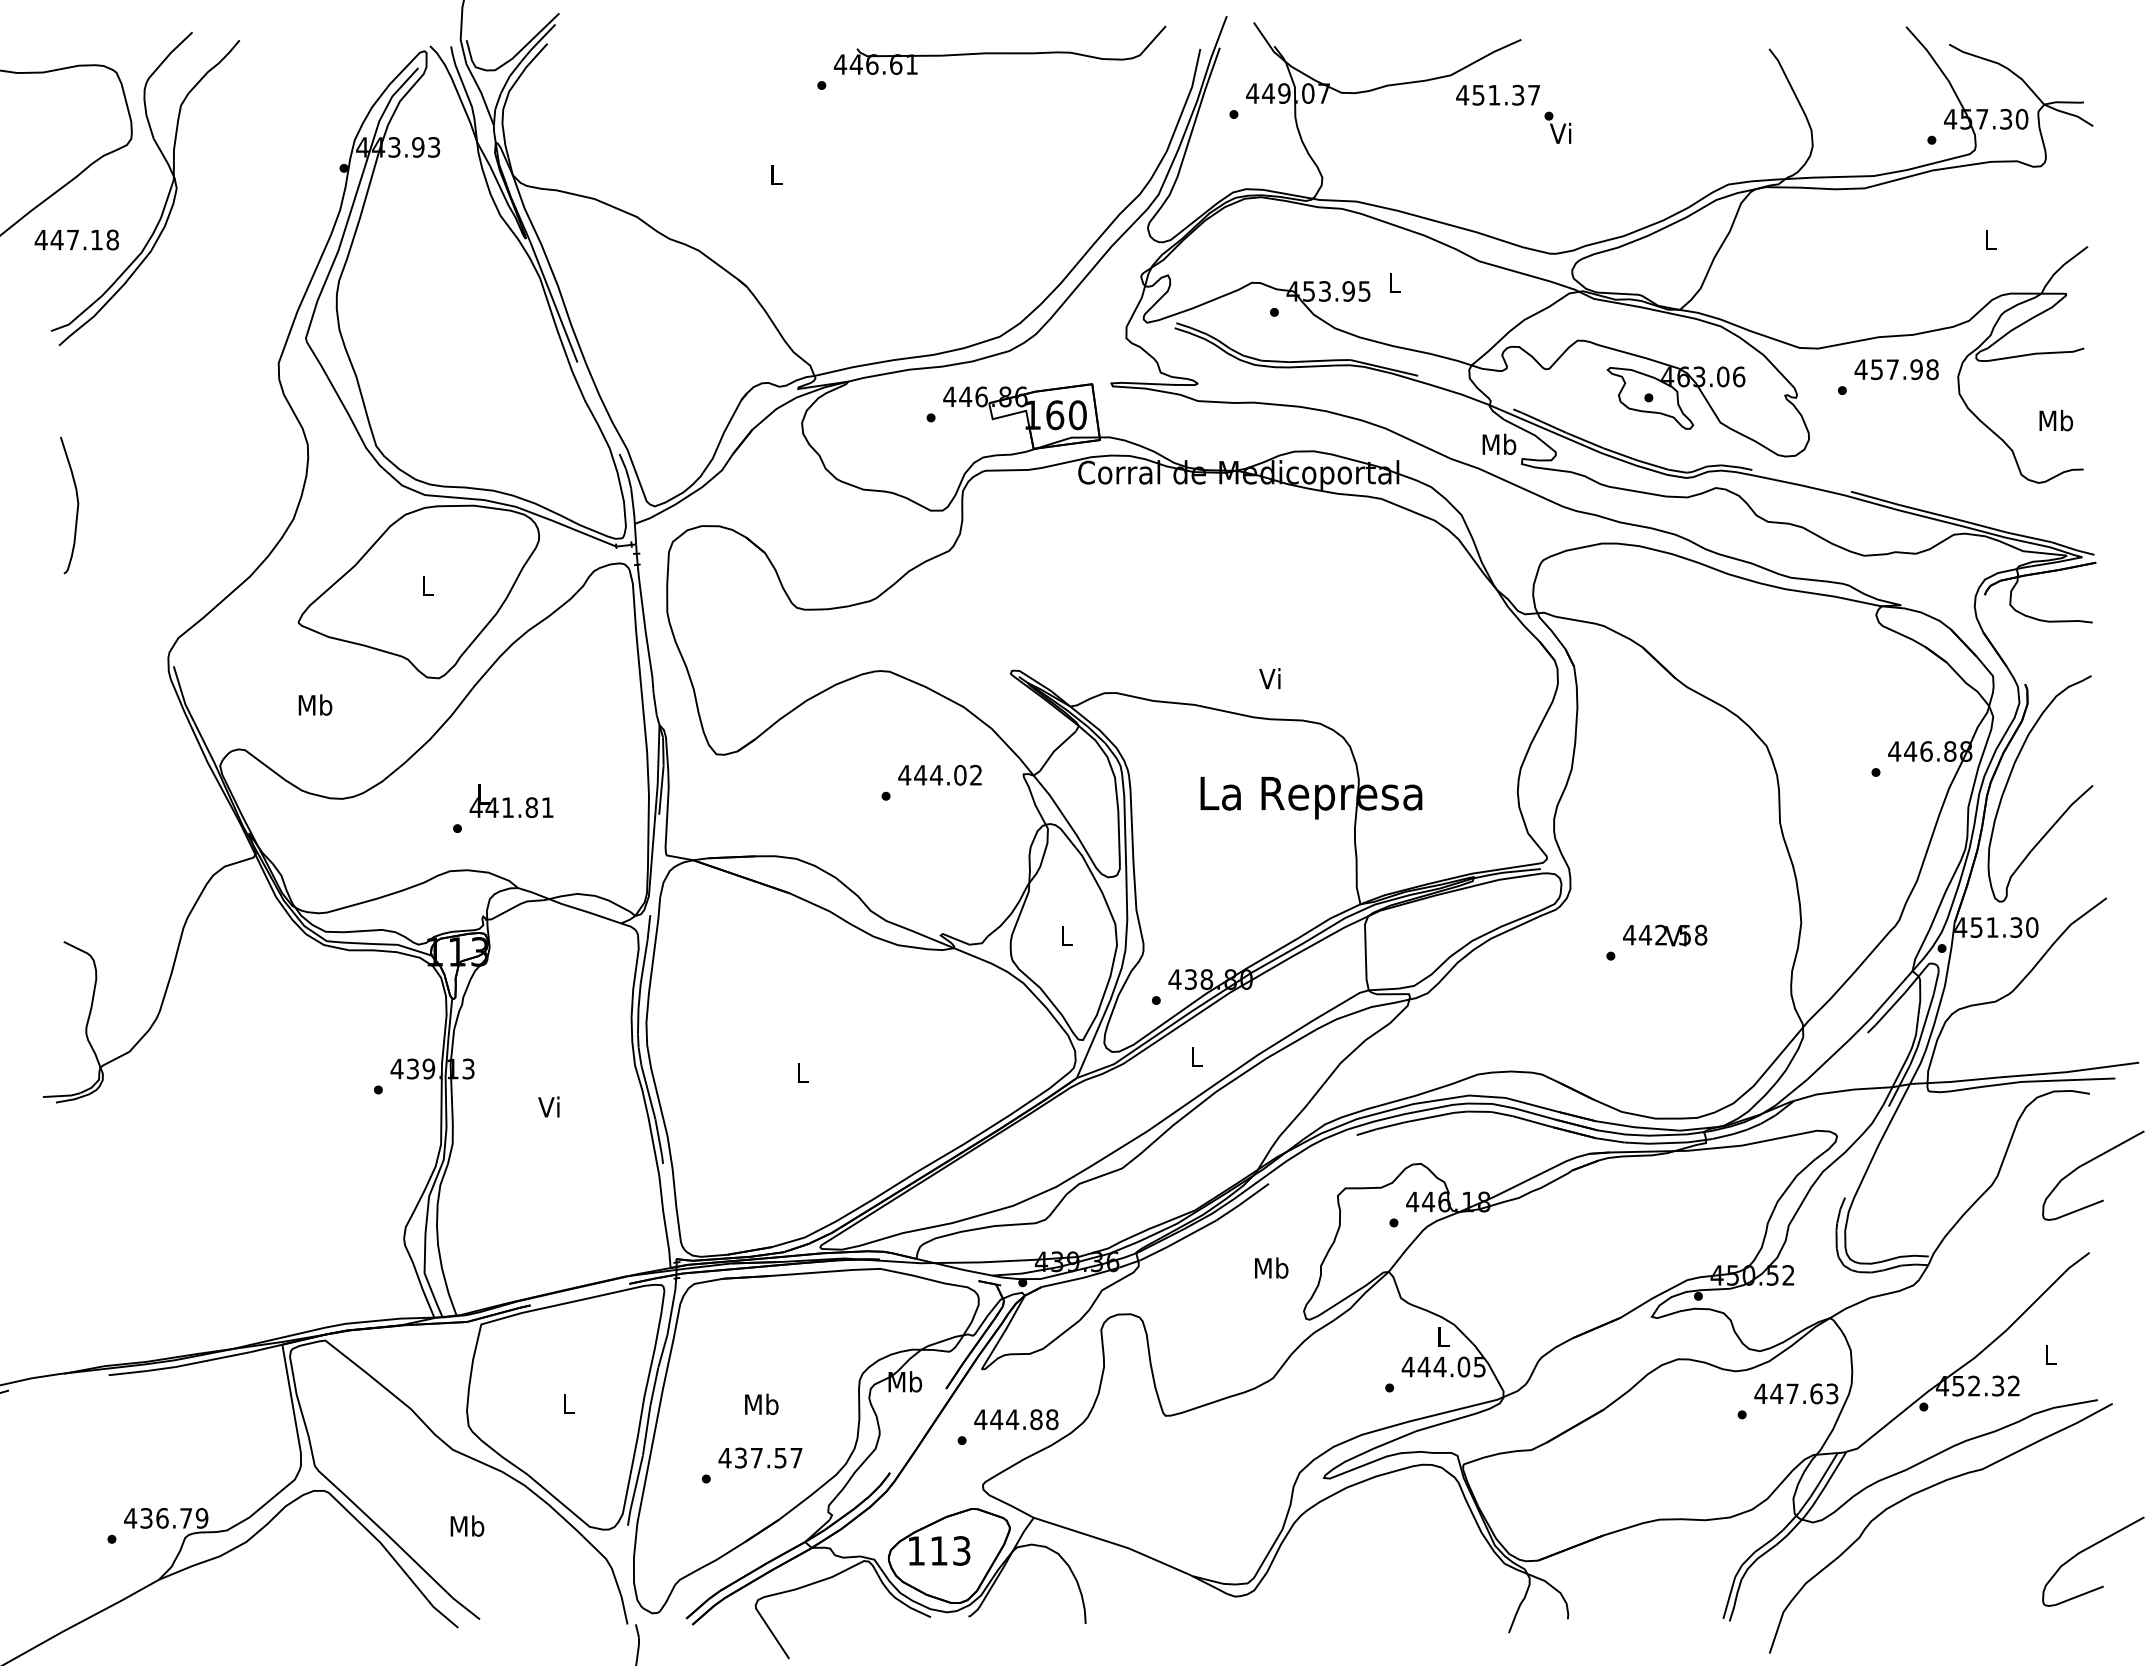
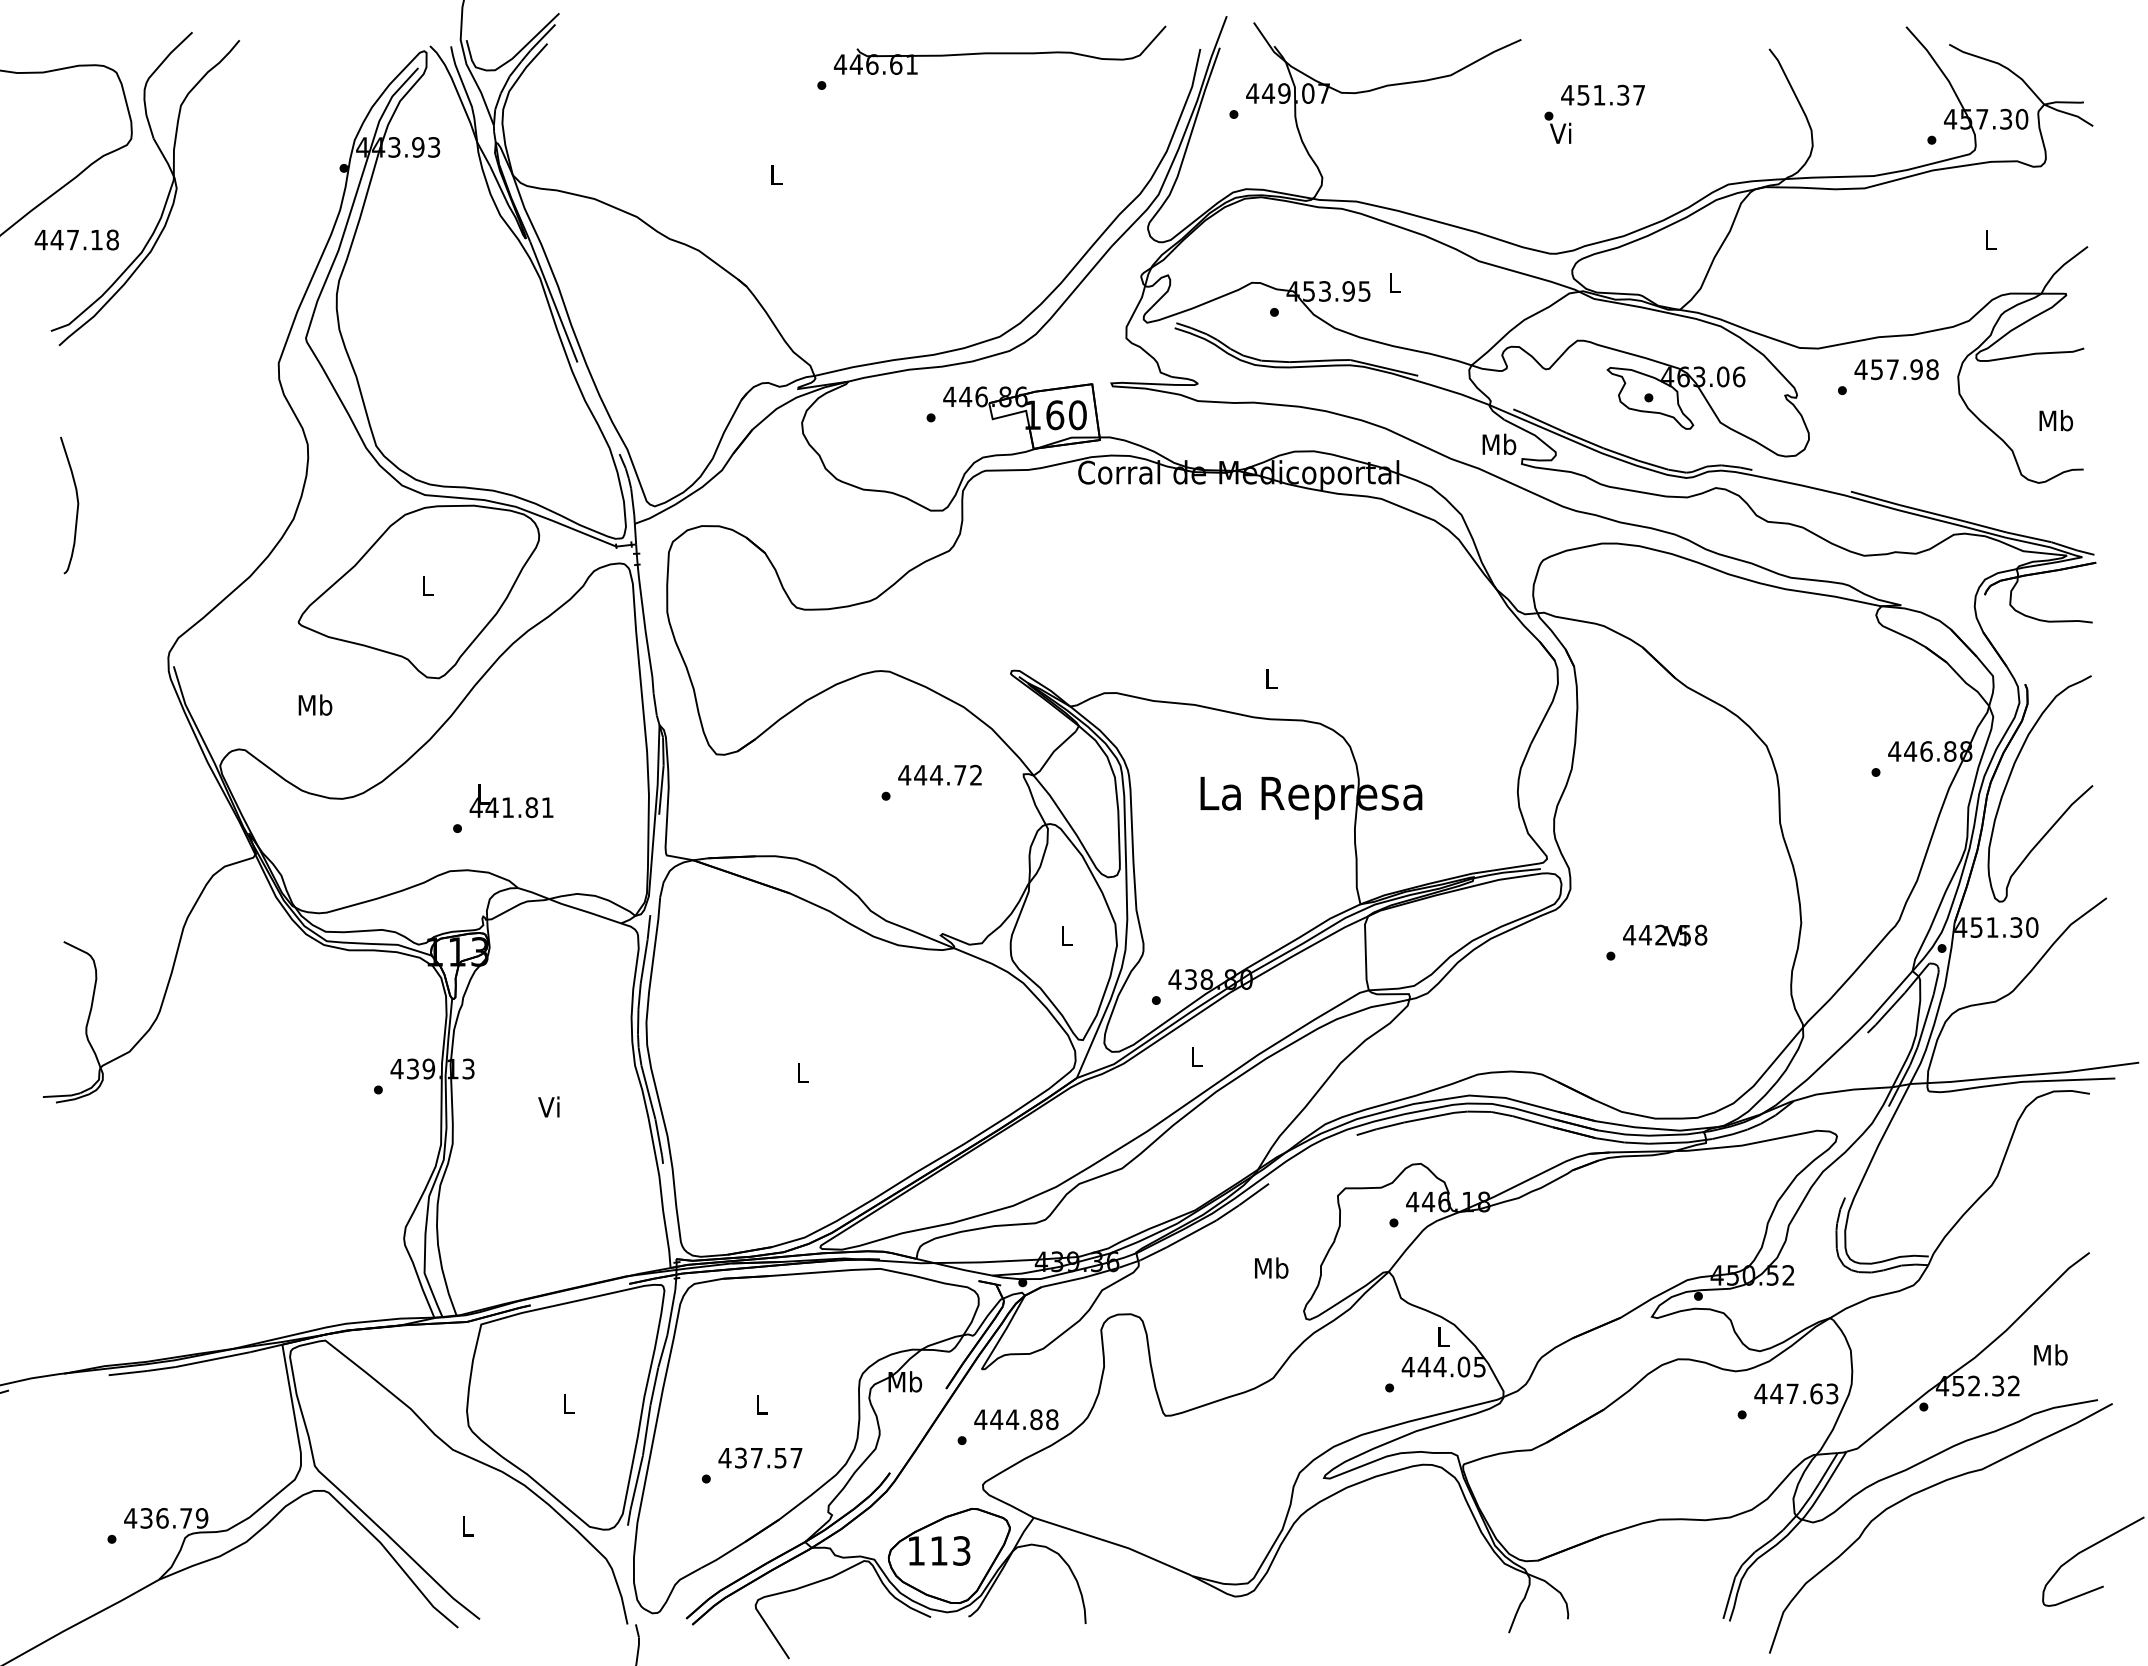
text at (1497, 94) position: (1497, 94) -> (1602, 94)
text at (1269, 678): Vi -> L
text at (960, 774): 444.02 -> 444.72
curve at (2086, 1164): present -> none
text at (2050, 1354): L -> Mb
text at (761, 1404): Mb -> L
text at (467, 1525): Mb -> L
